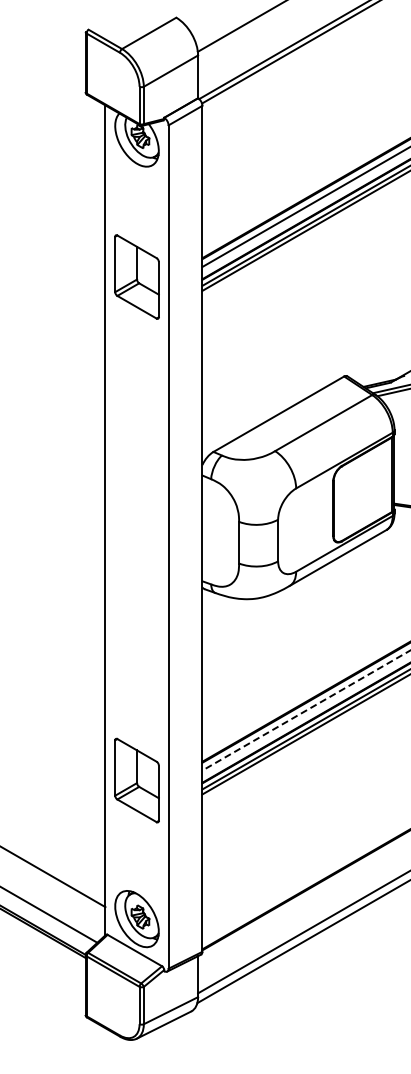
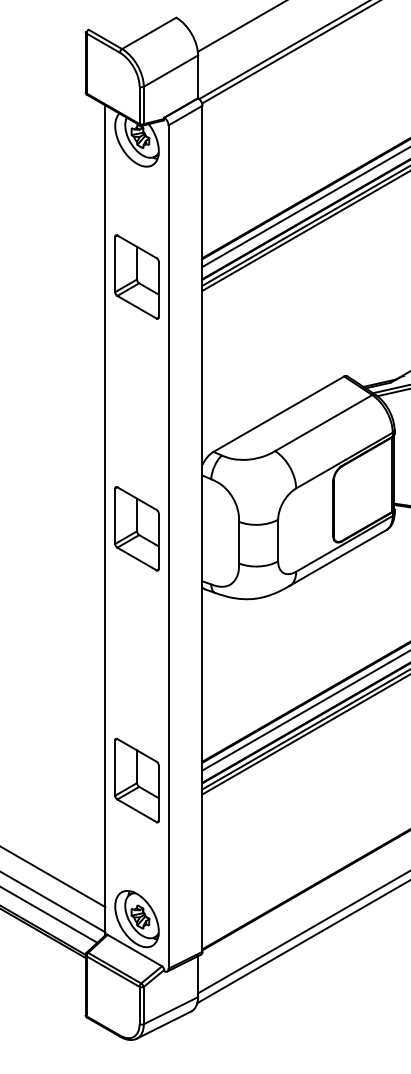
part at (136, 528): none -> present
line at (306, 710): dashed -> solid
line at (53, 902): none -> present
